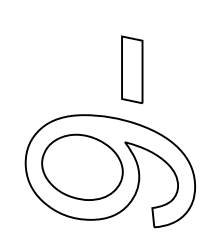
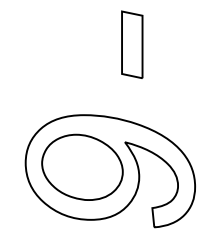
part at (132, 69) position: (132, 69) -> (132, 44)
